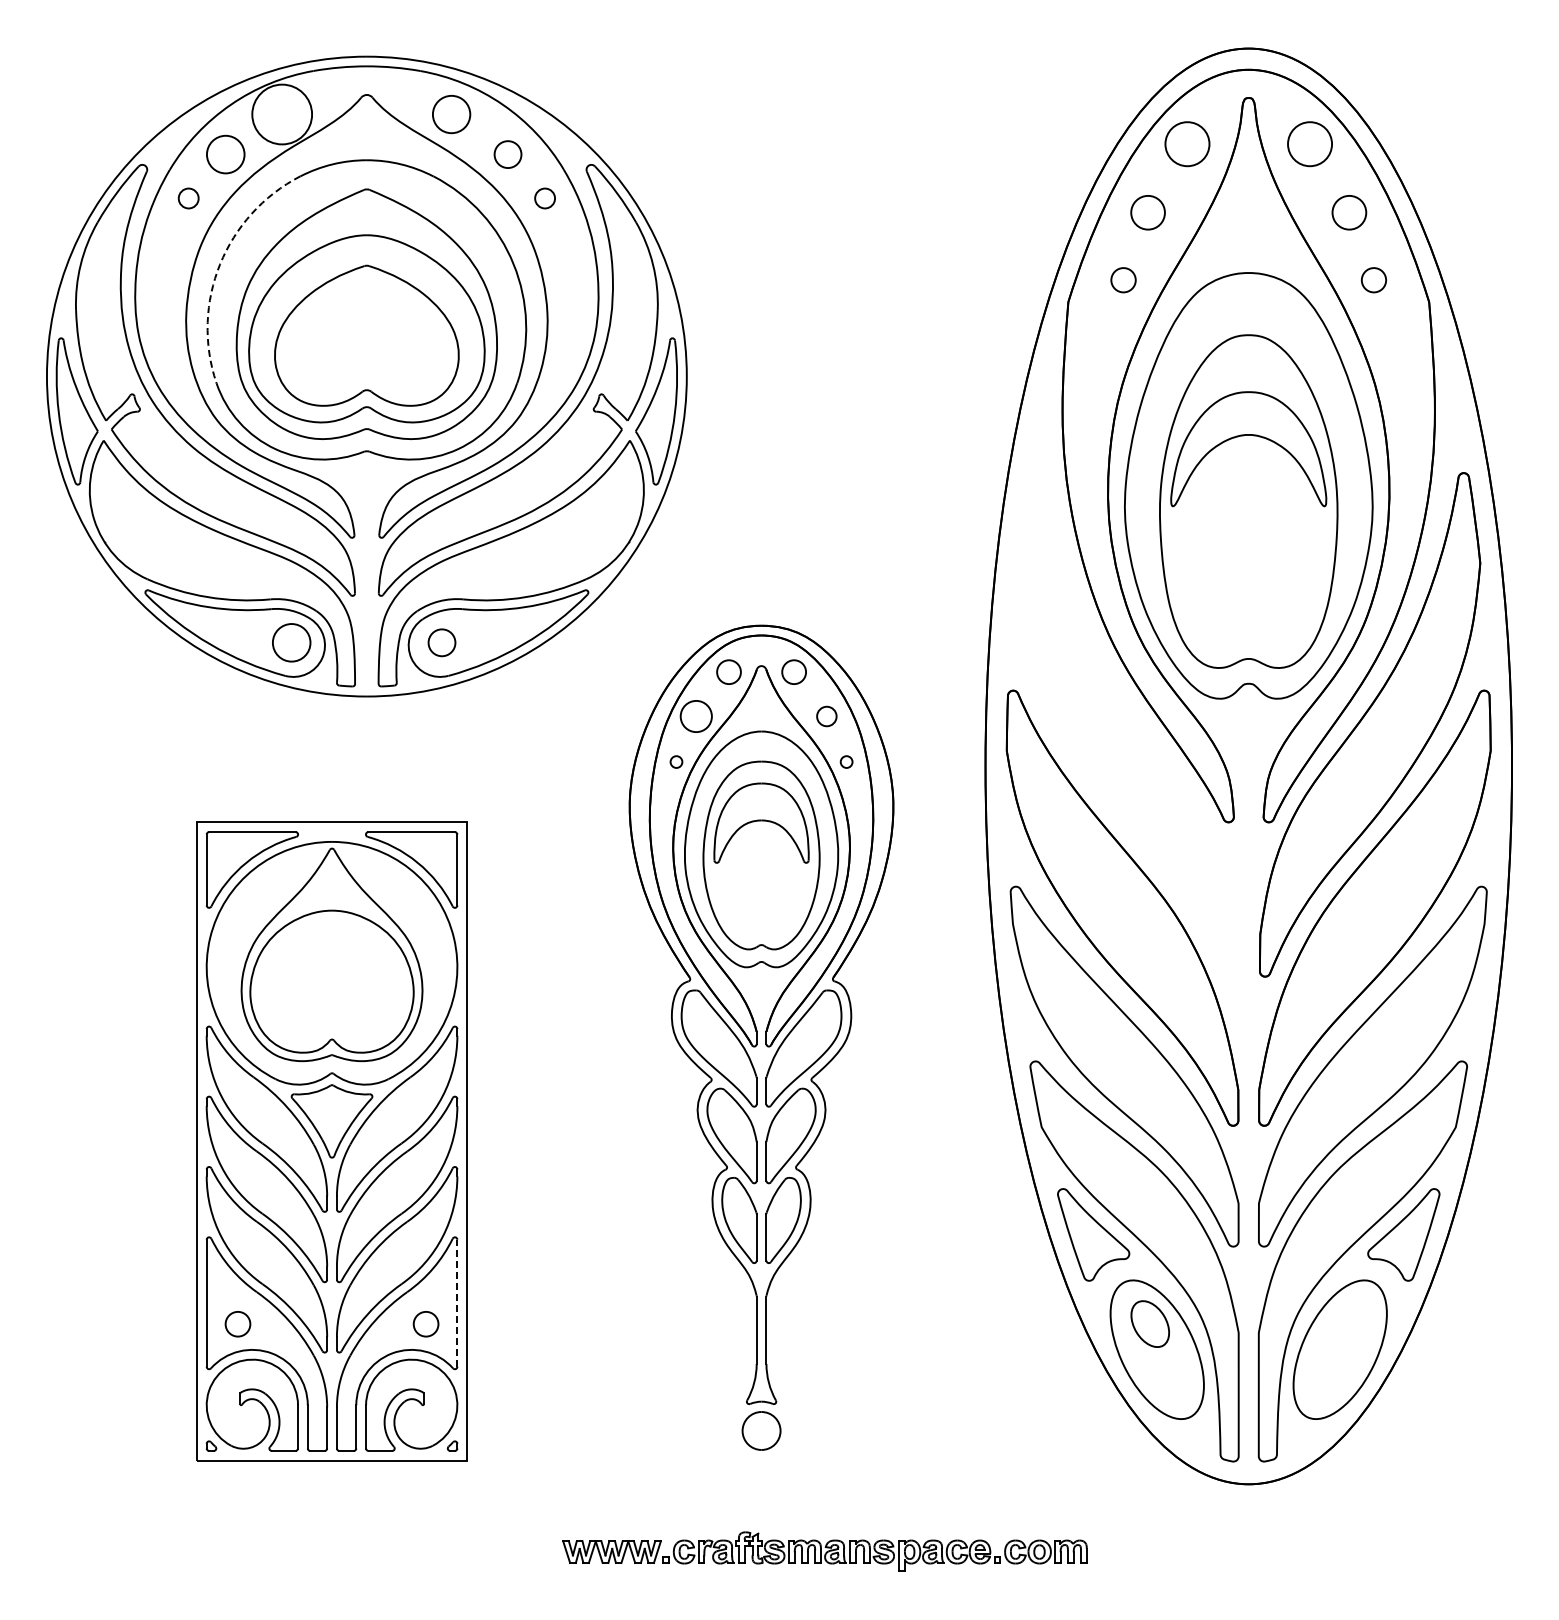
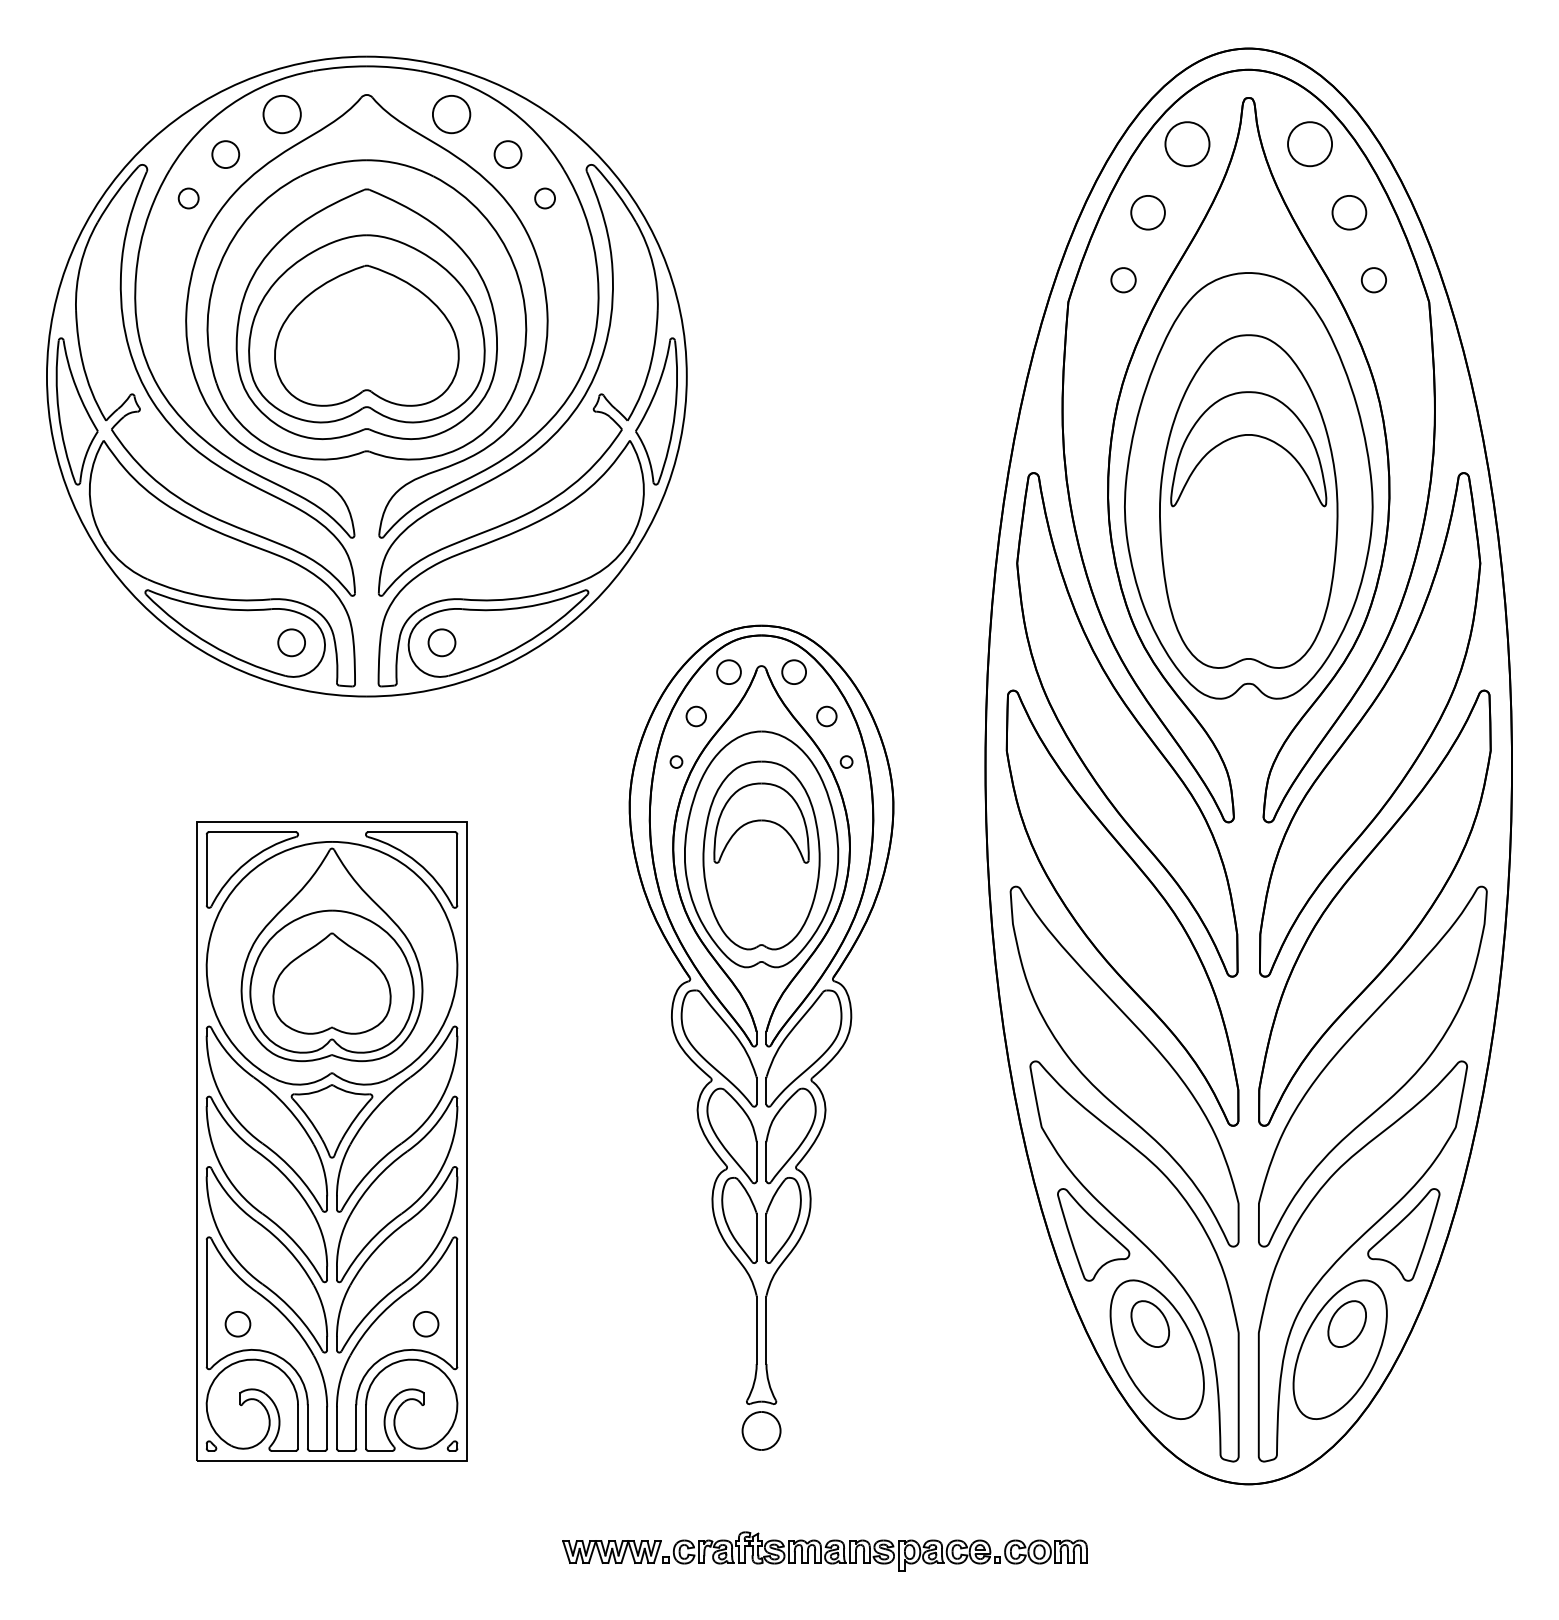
circle at (282, 114) diameter: 60 px -> 37 px
circle at (225, 154) diameter: 38 px -> 27 px
arc at (220, 264): dashed -> solid
circle at (291, 642) diameter: 38 px -> 27 px
circle at (695, 716) diameter: 31 px -> 20 px
part at (1127, 724): none -> present
part at (331, 983): none -> present
line at (457, 1303): dashed -> solid
part at (1346, 1323): none -> present
